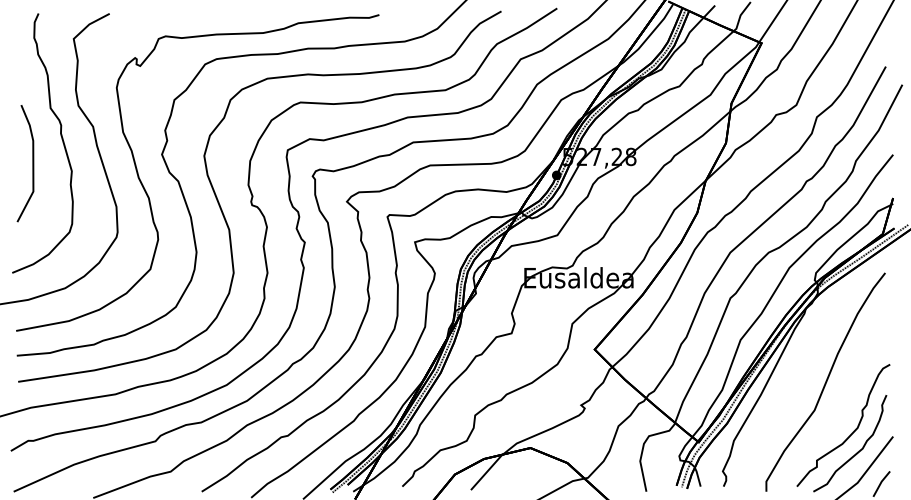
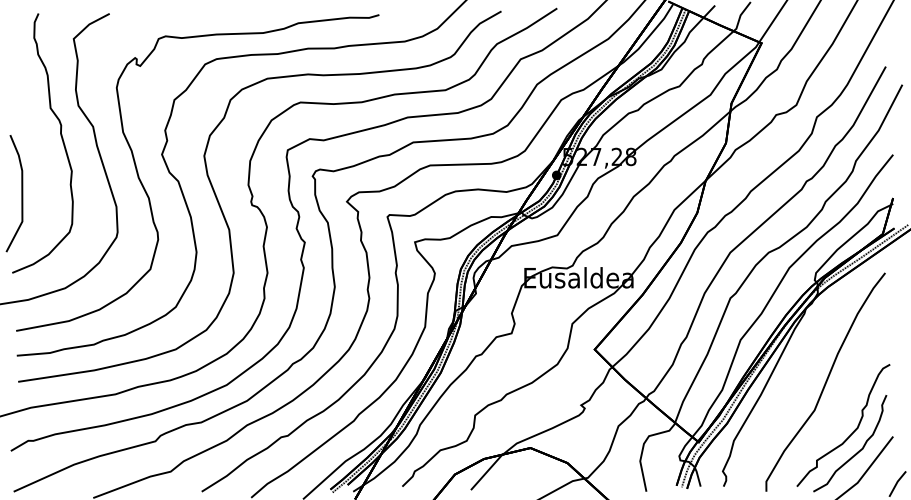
part at (32, 163) position: (32, 163) -> (21, 193)
part at (881, 483) position: (881, 483) -> (897, 483)
